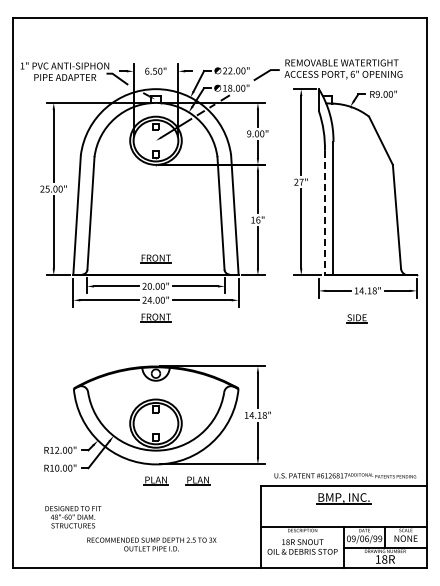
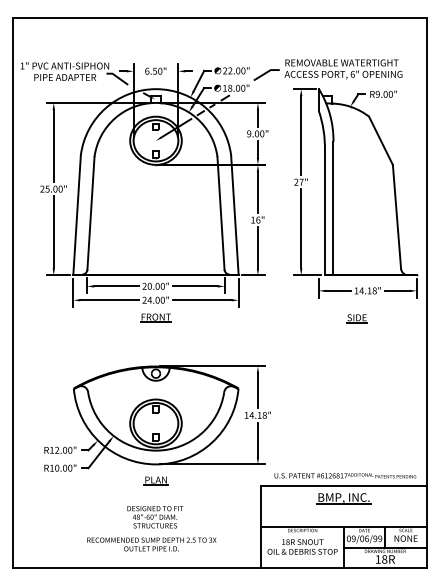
line at (324, 212): dashed -> solid
part at (155, 258): present -> none
part at (197, 480): present -> none
text at (73, 517) position: (73, 517) -> (155, 517)
